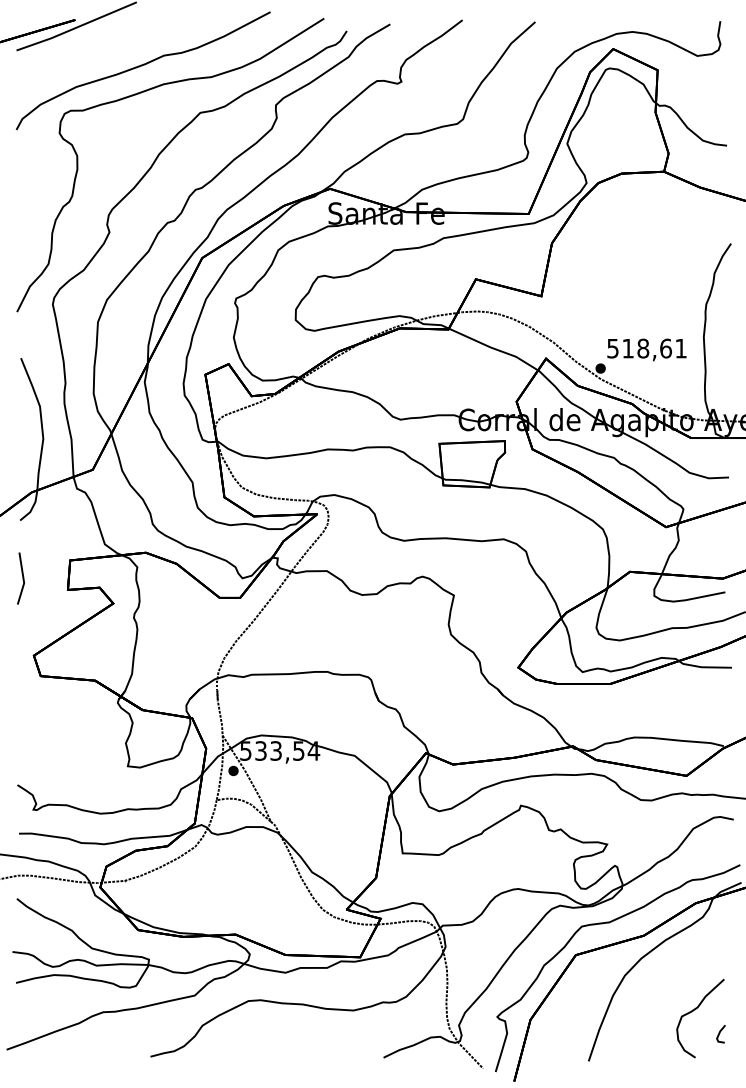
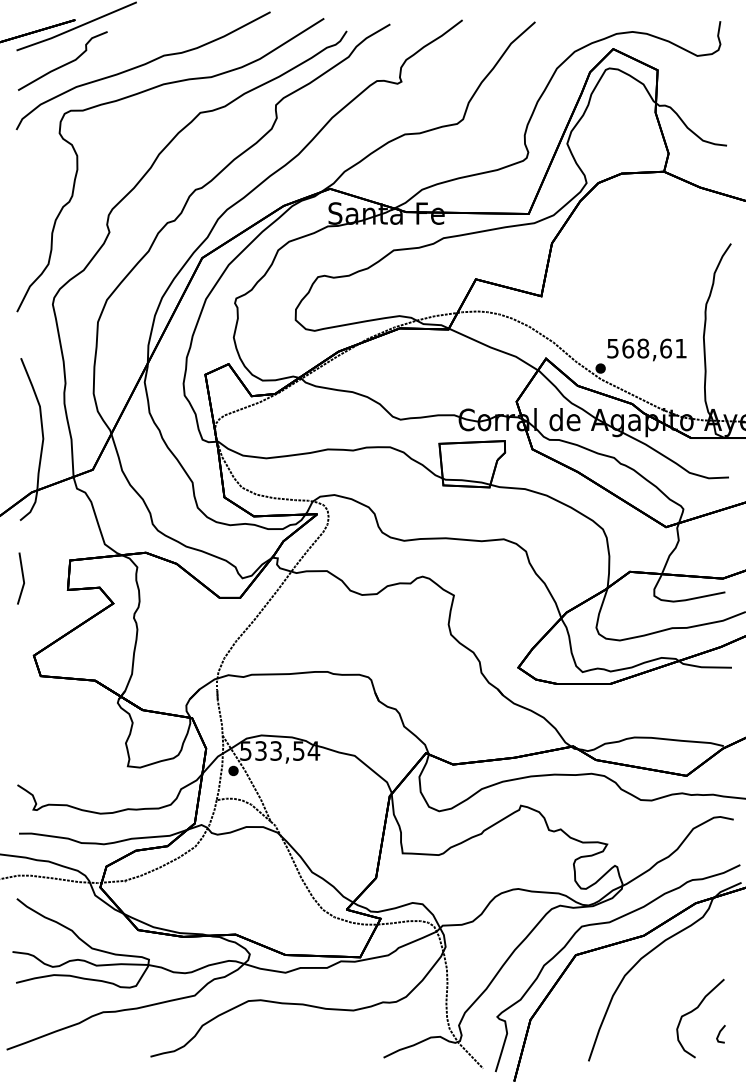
part at (62, 60): none -> present
text at (628, 348): 518,61 -> 568,61
